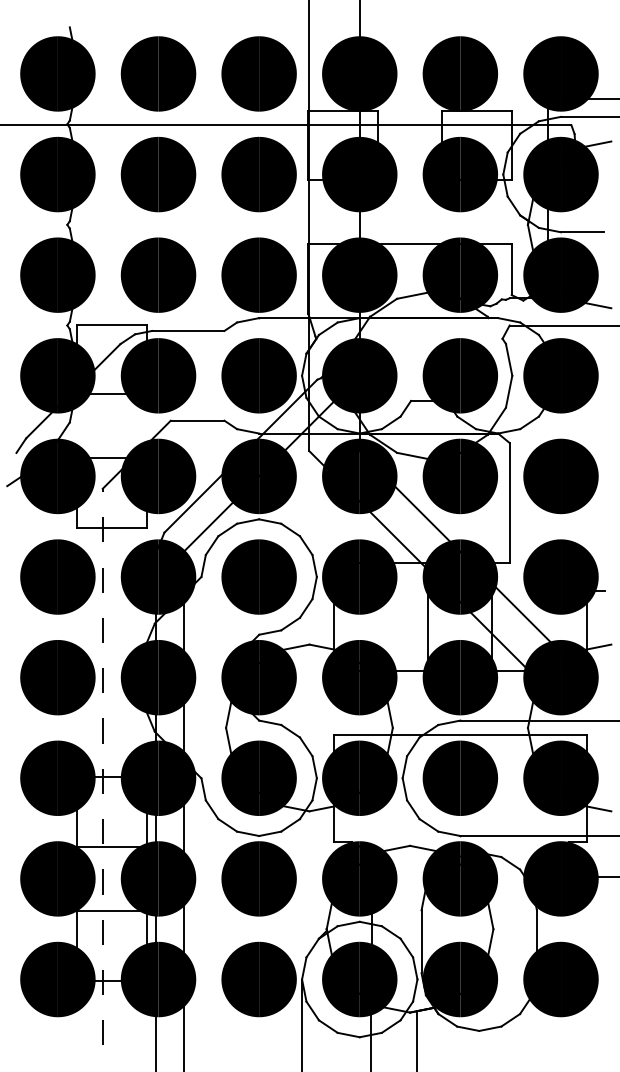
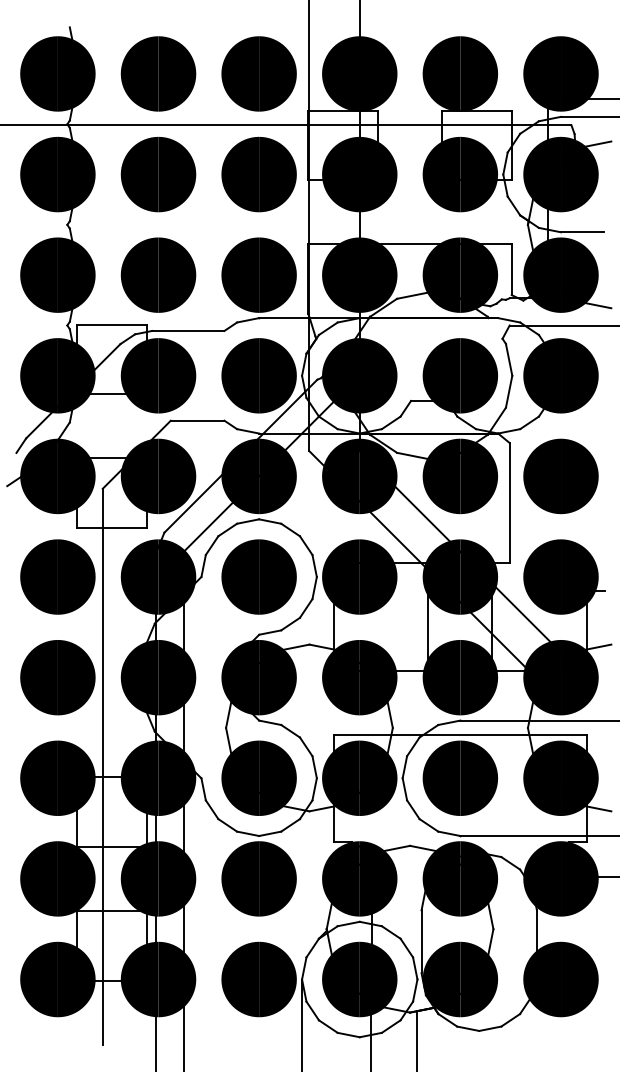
line at (102, 766): dashed -> solid
